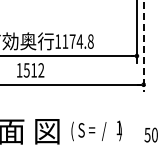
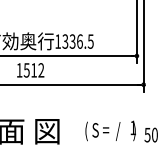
text at (77, 41): 1174.8 -> 1336.5
line at (143, 46): dashed -> solid
text at (96, 130) position: (96, 130) -> (110, 130)
